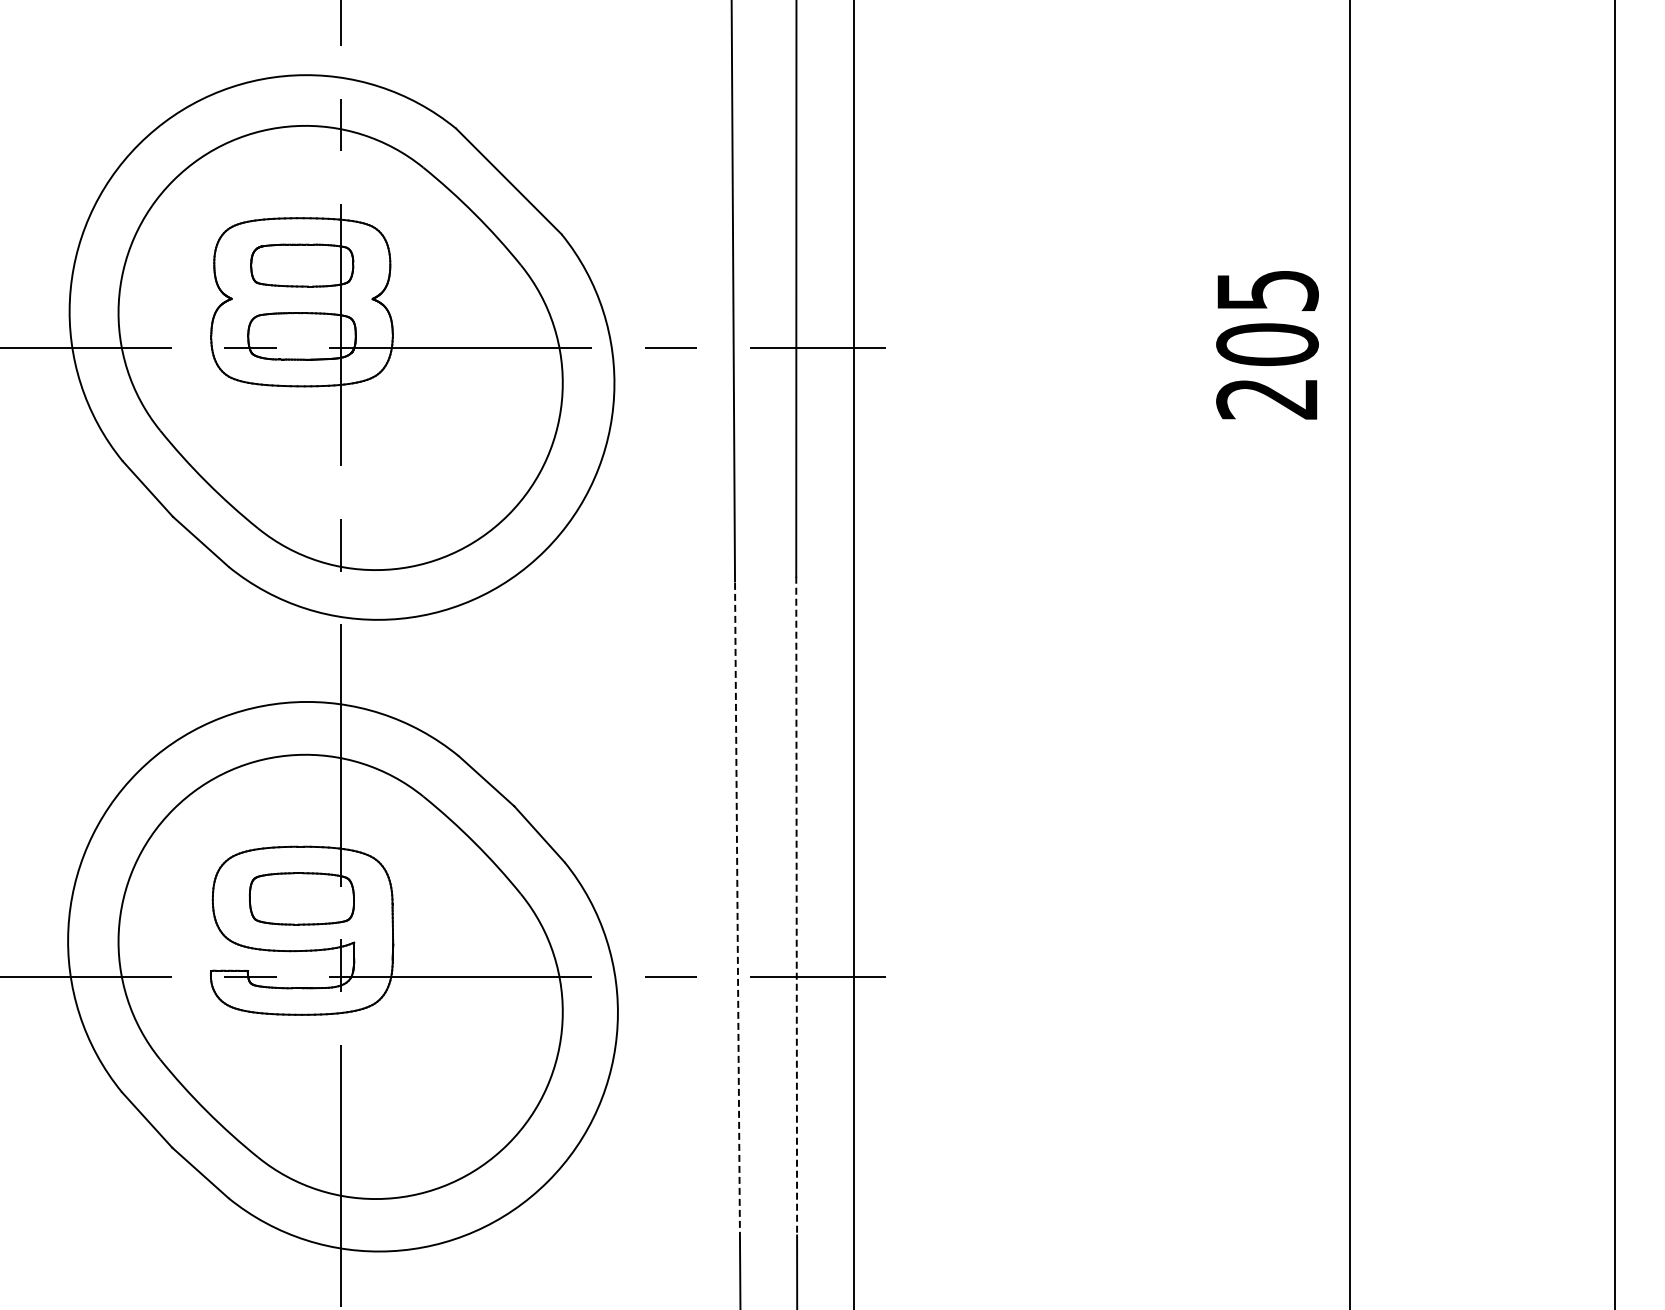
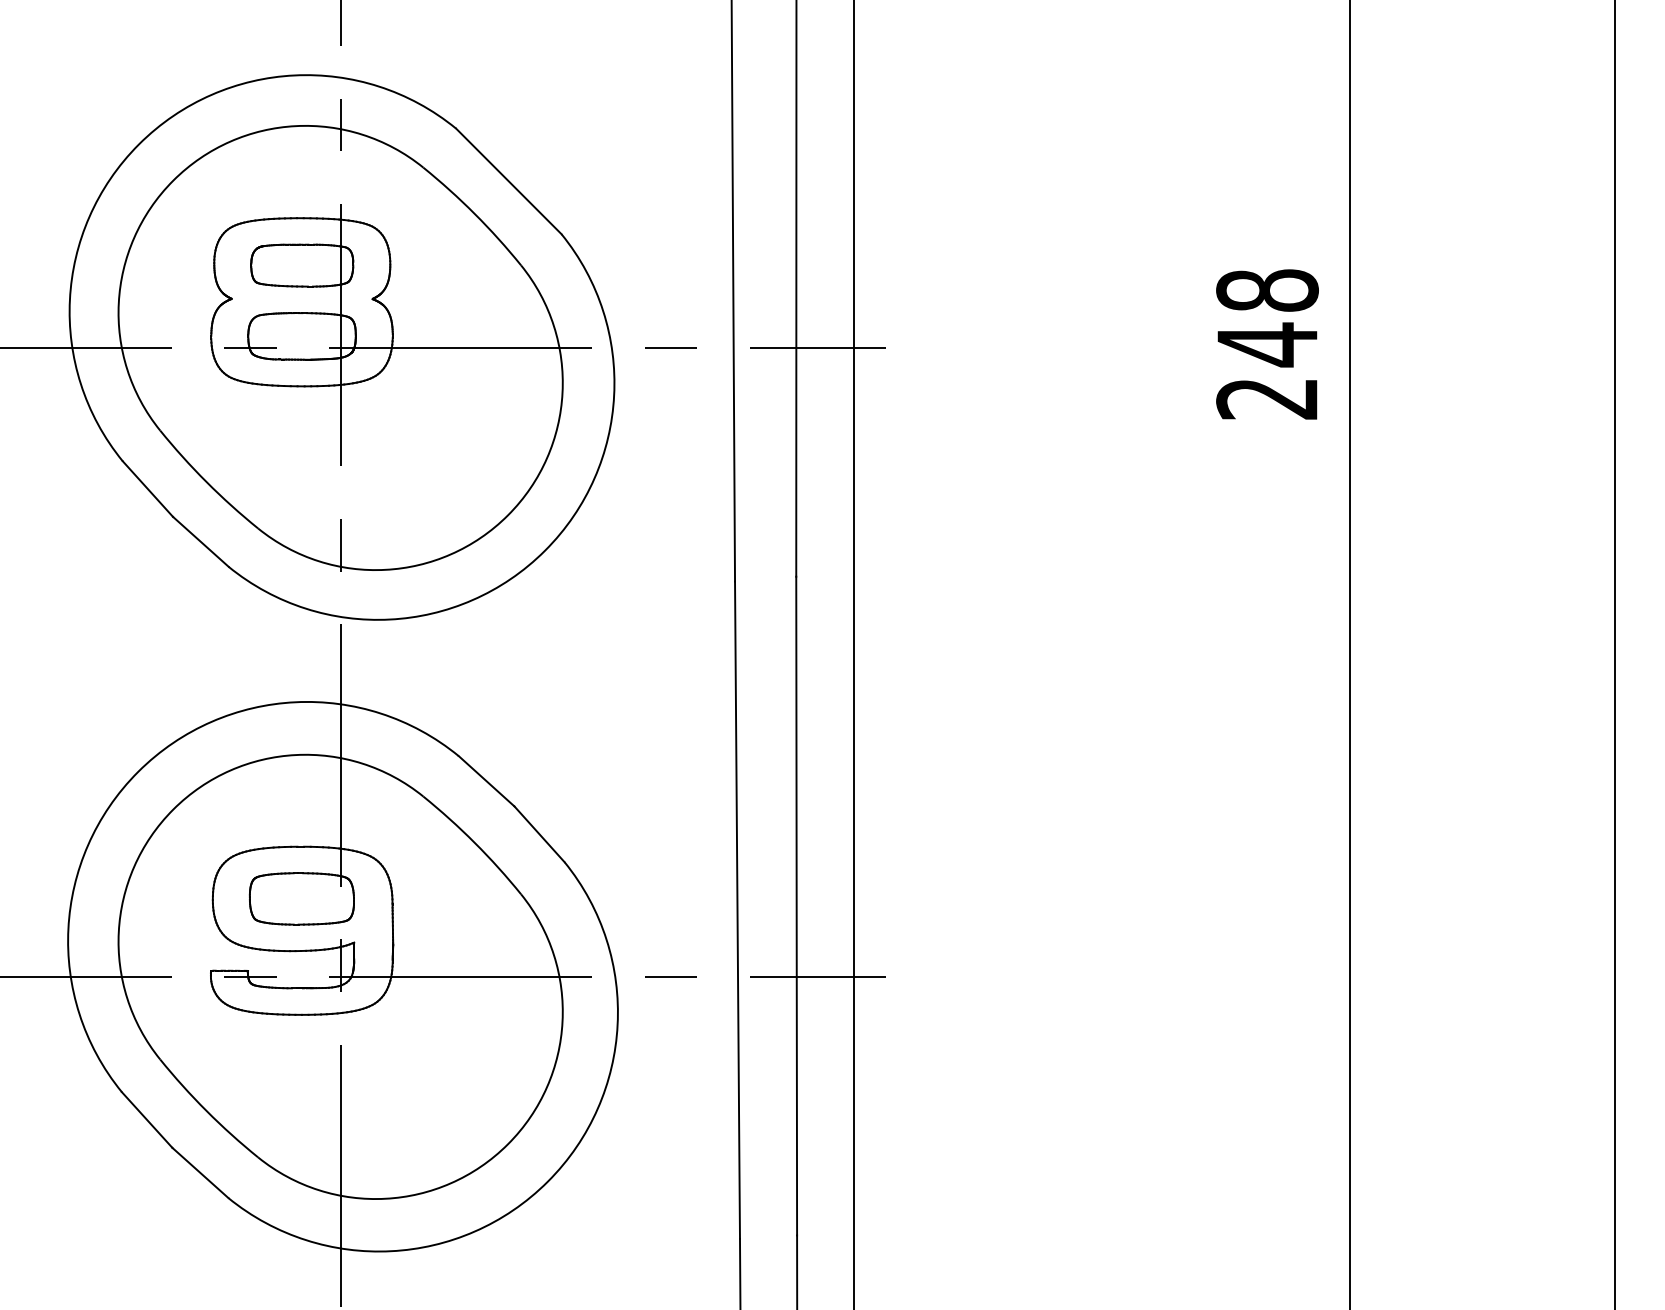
text at (1267, 318): 205 -> 248
line at (796, 906): dashed -> solid
line at (737, 910): dashed -> solid
